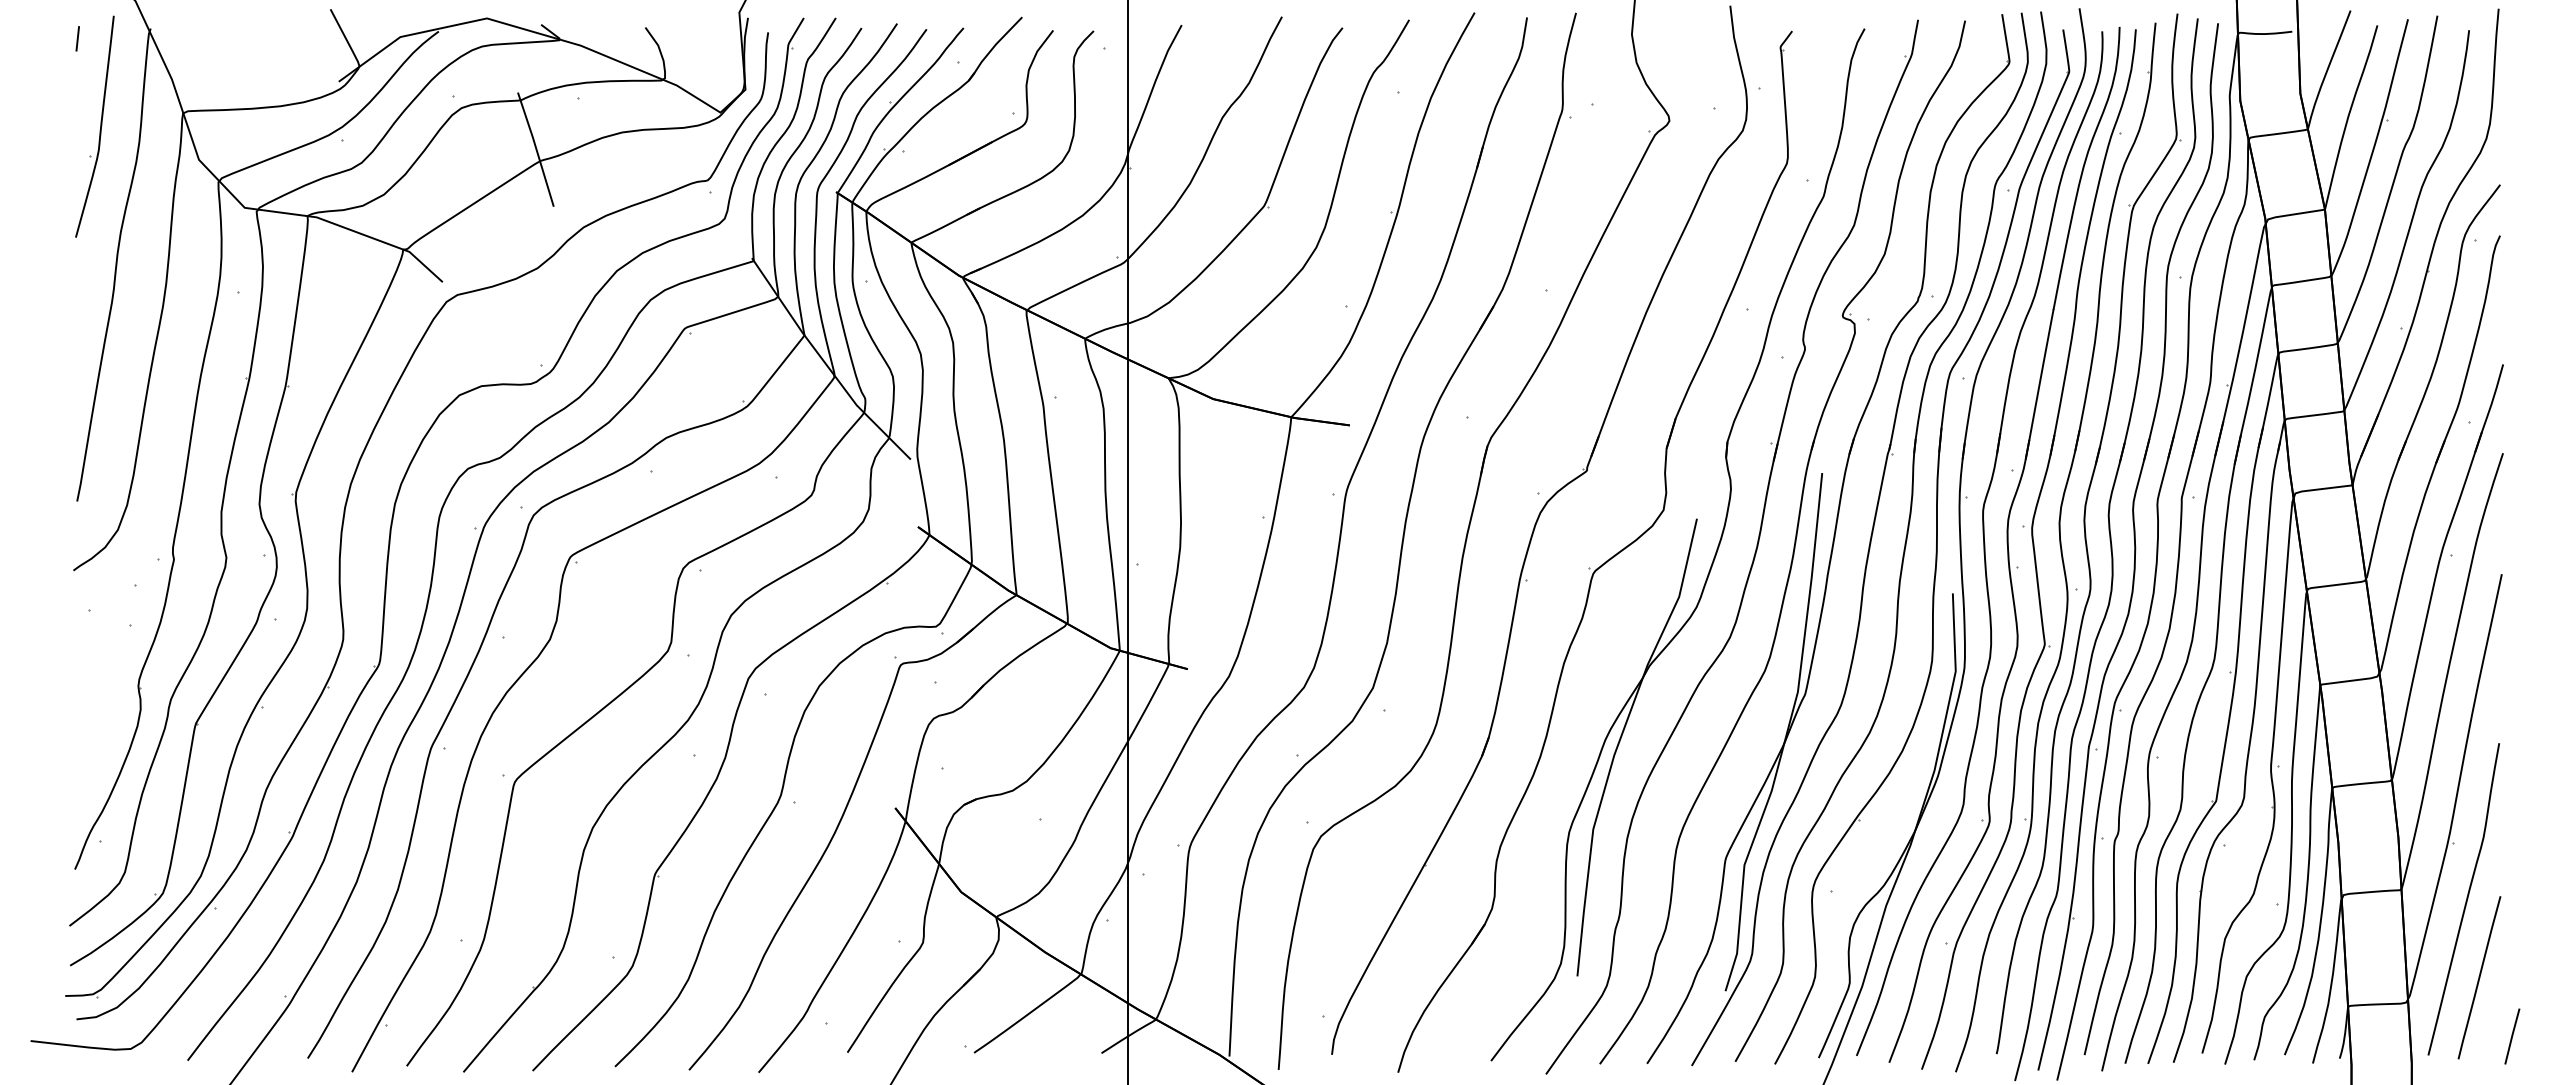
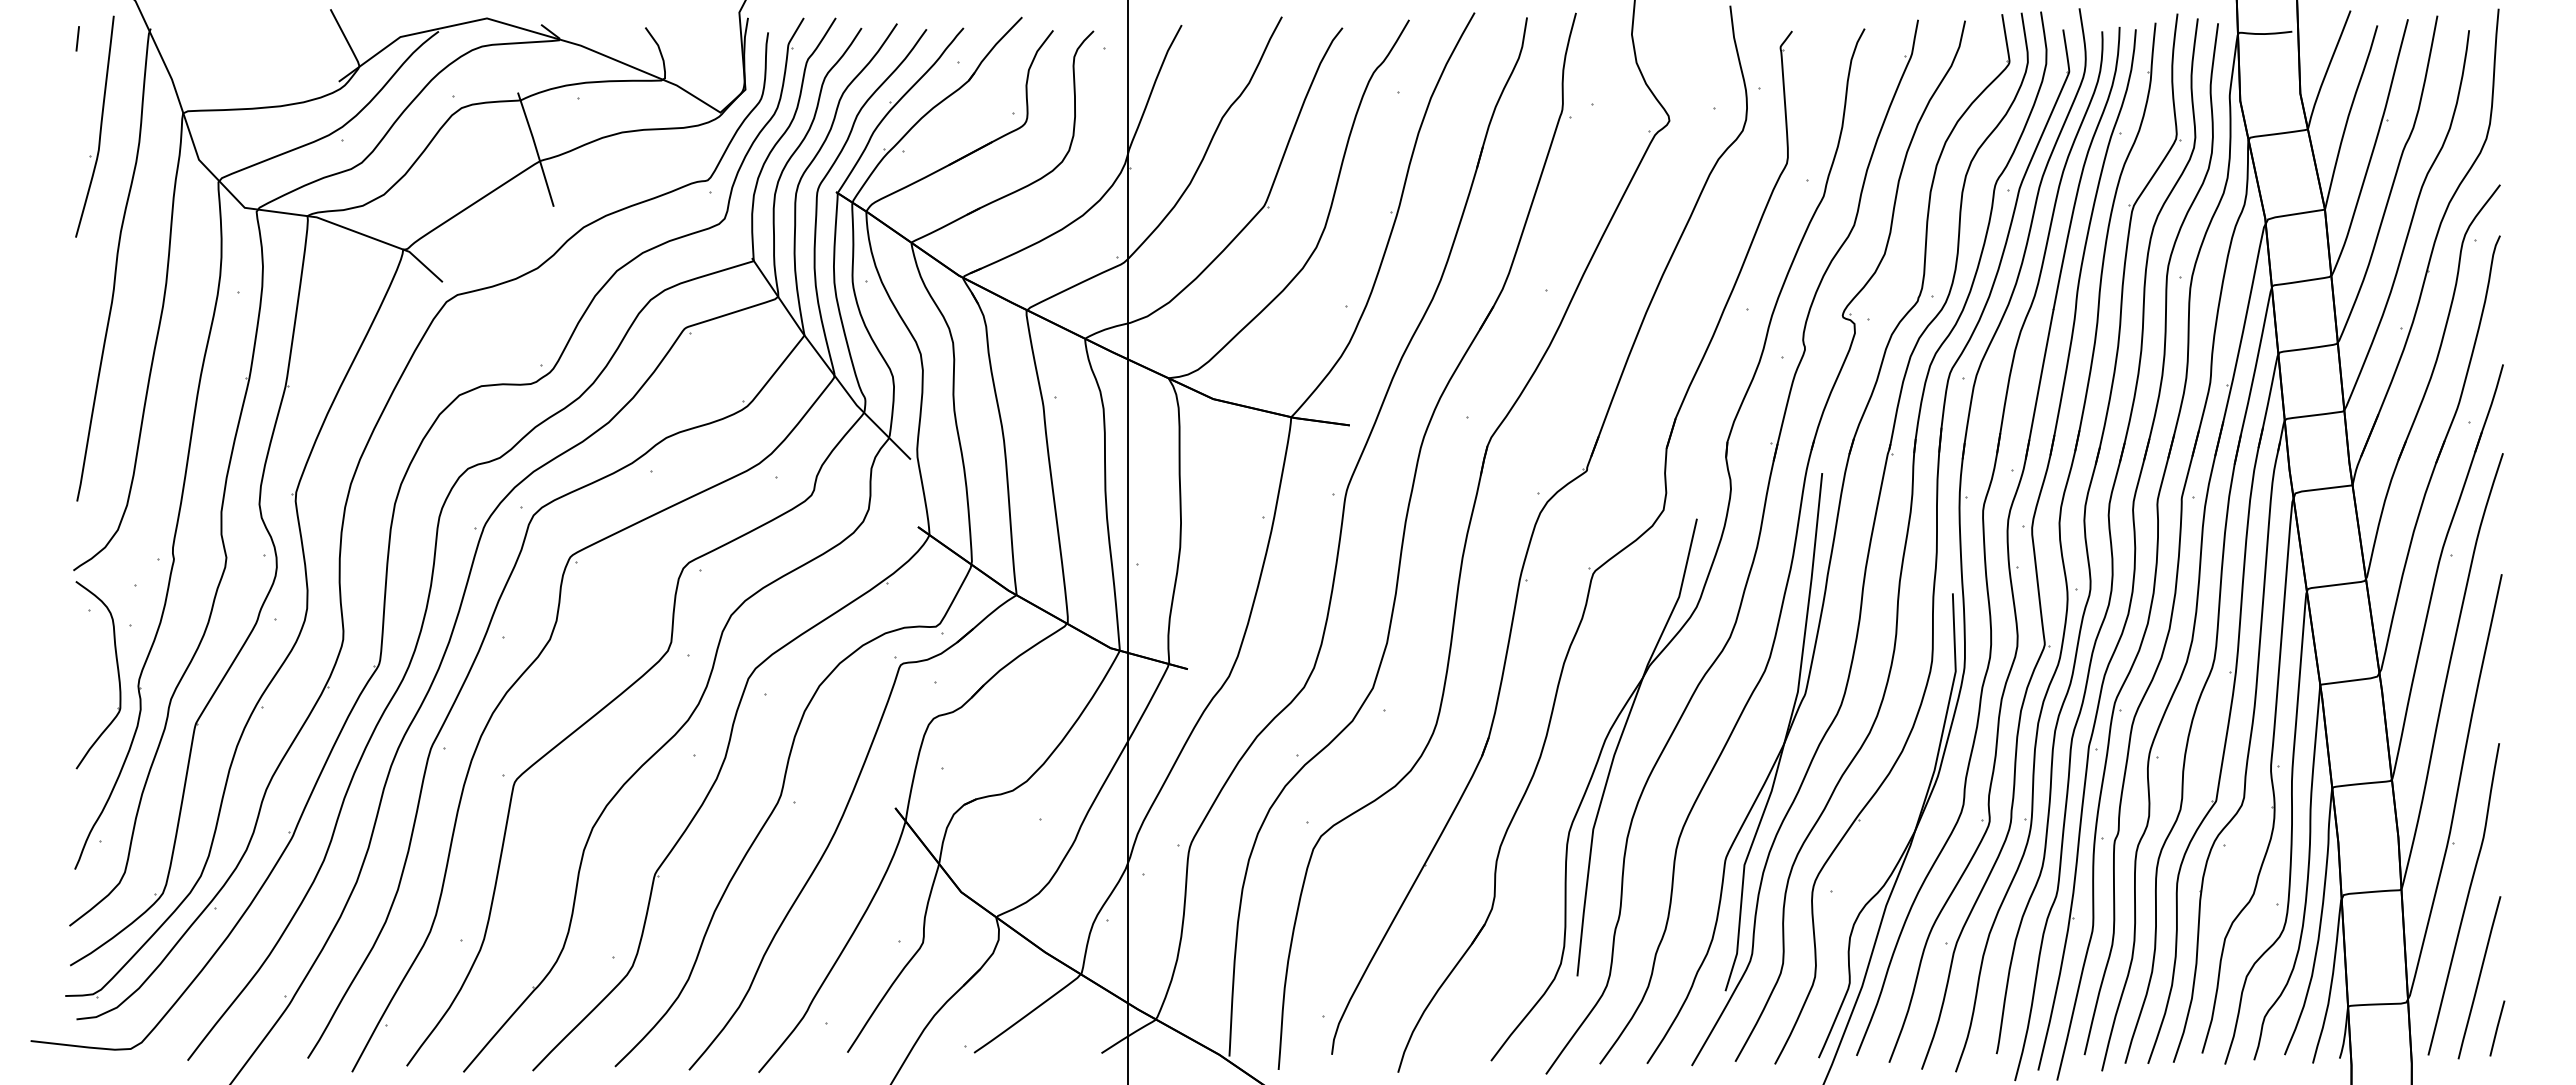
part at (117, 673): none -> present
line at (2512, 1036) position: (2512, 1036) -> (2497, 1028)
